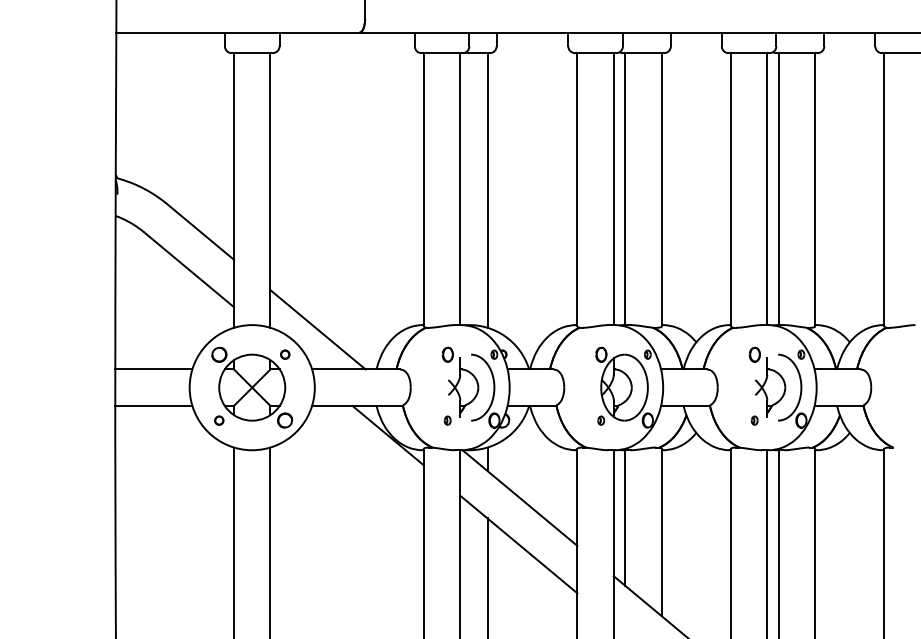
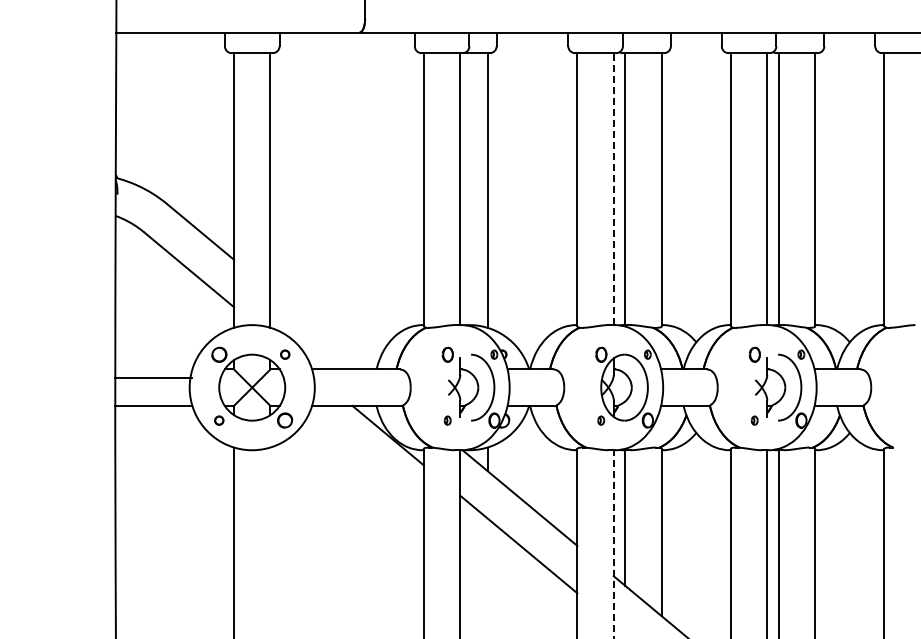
line at (613, 189): solid -> dashed
line at (317, 329): present -> none
line at (153, 369) position: (153, 369) -> (153, 378)
line at (270, 541): present -> none
line at (613, 543): solid -> dashed
line at (487, 576): present -> none
